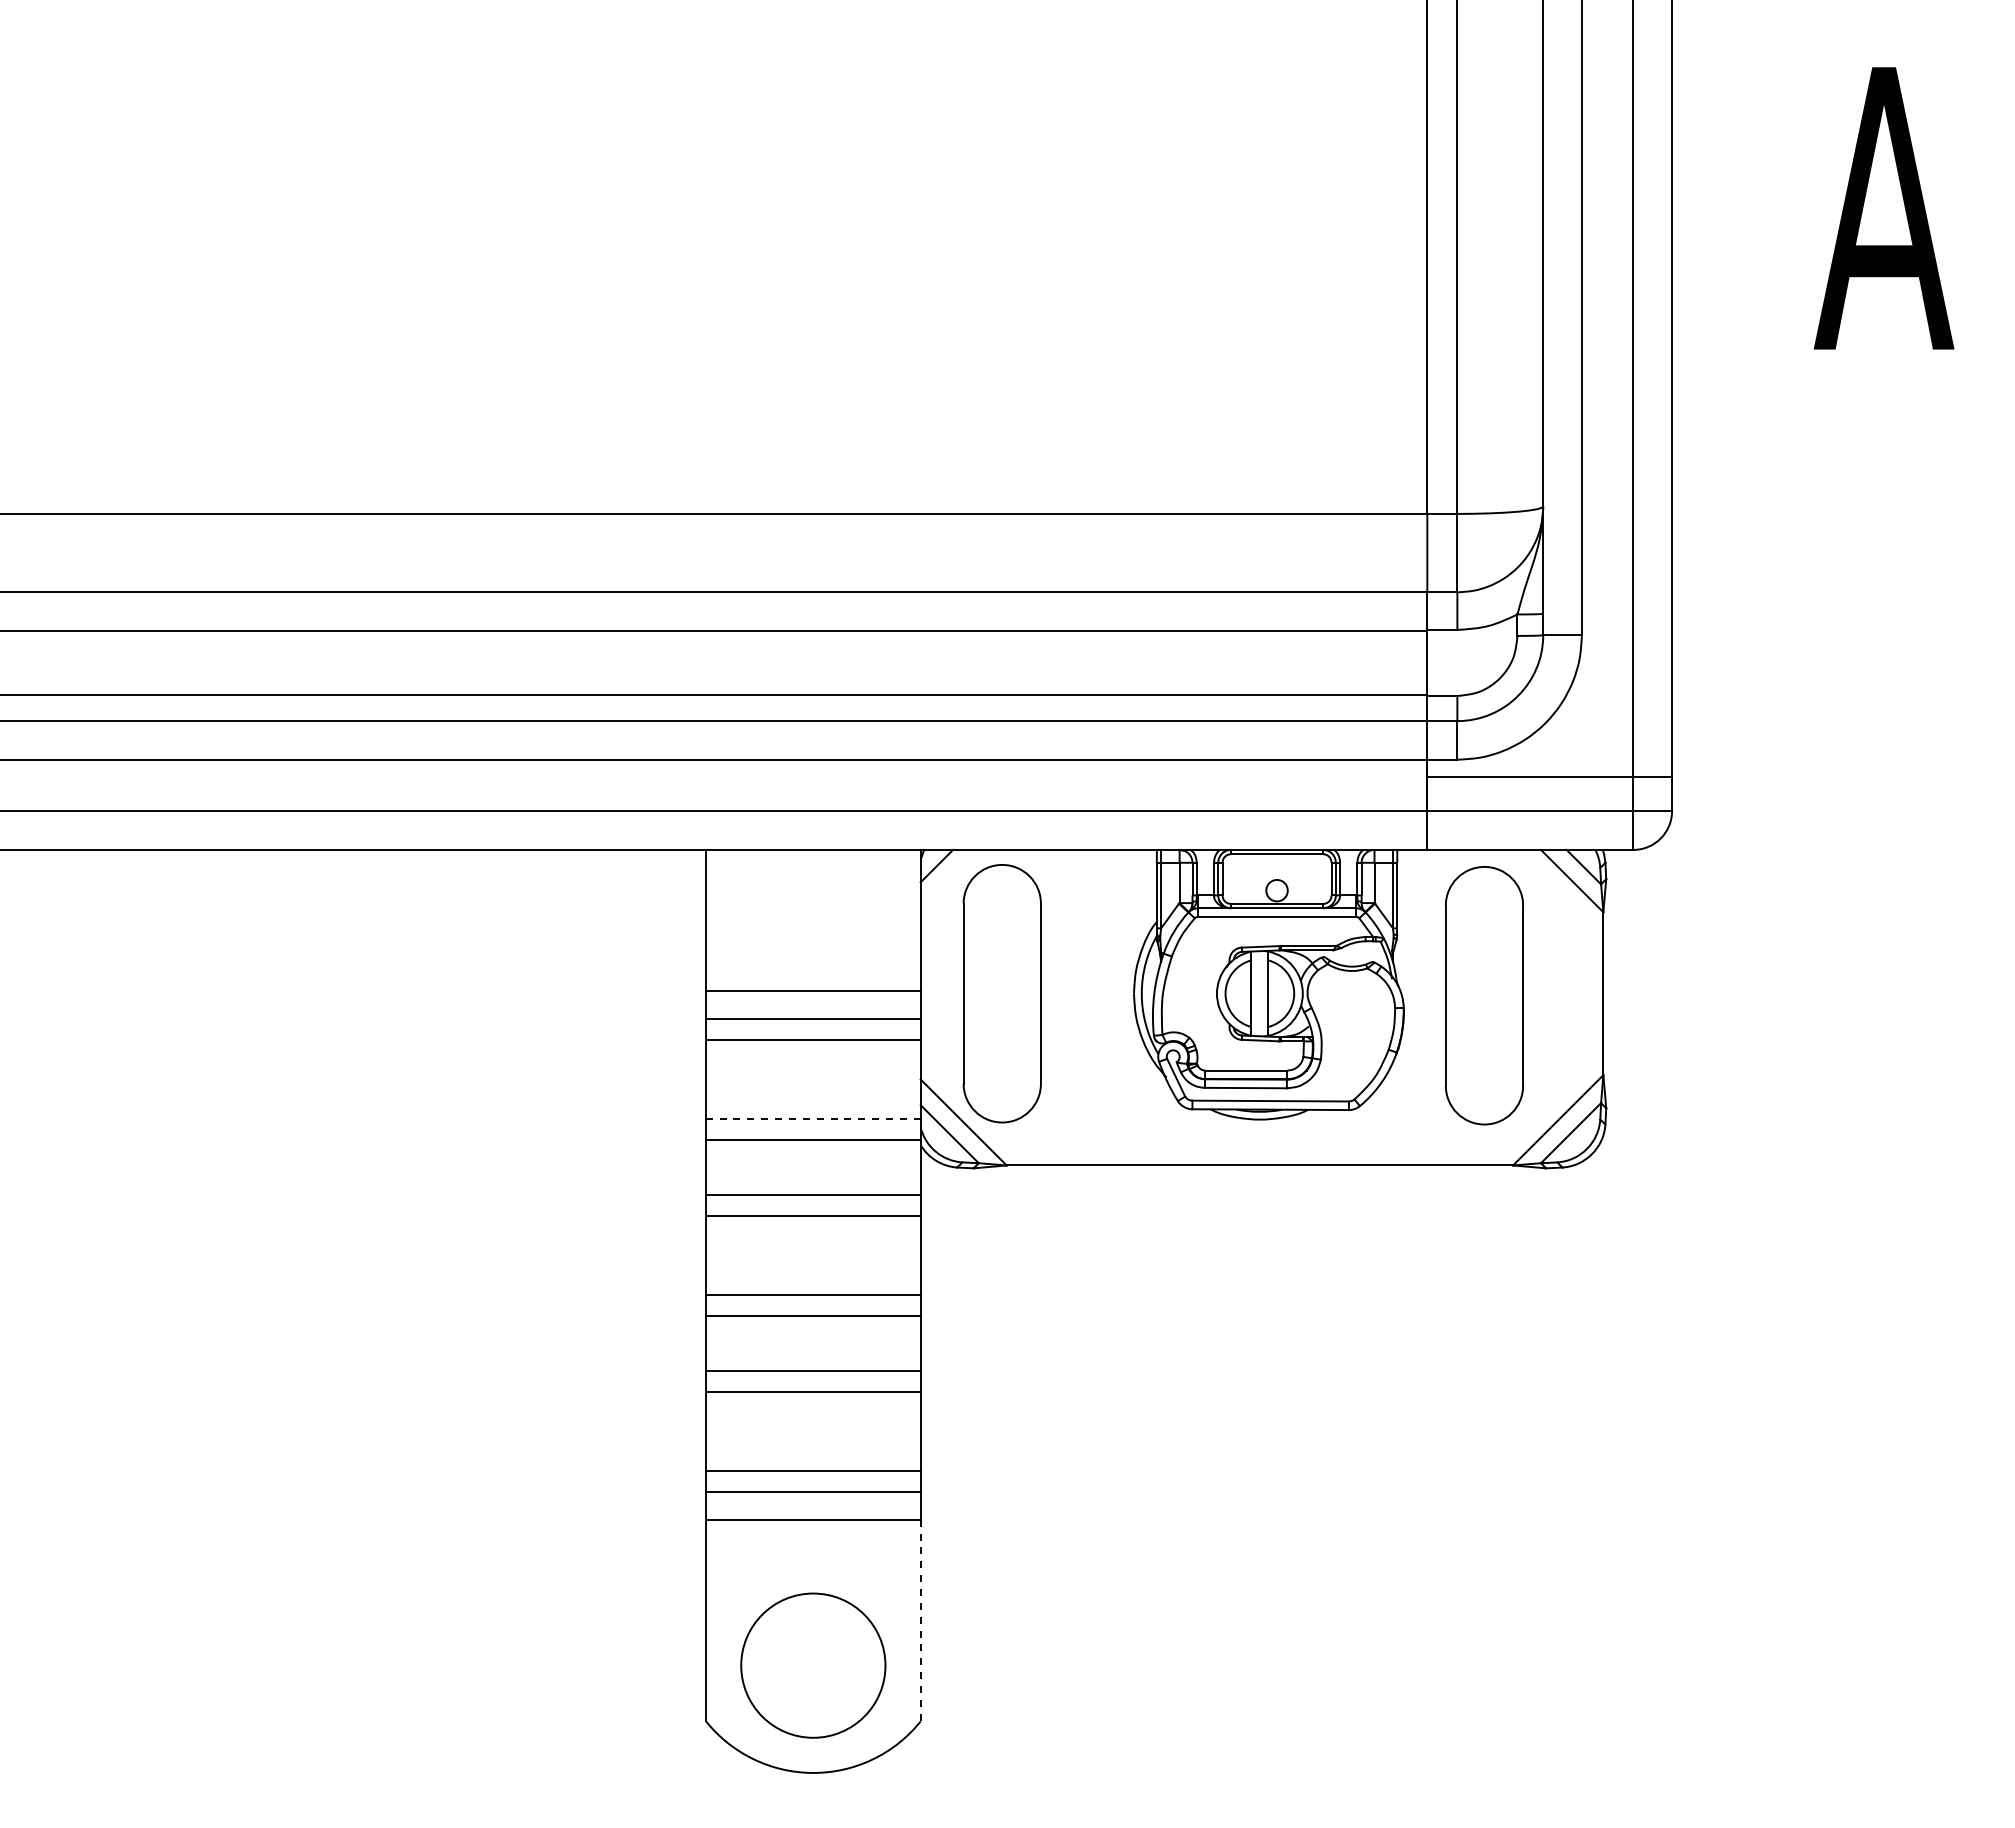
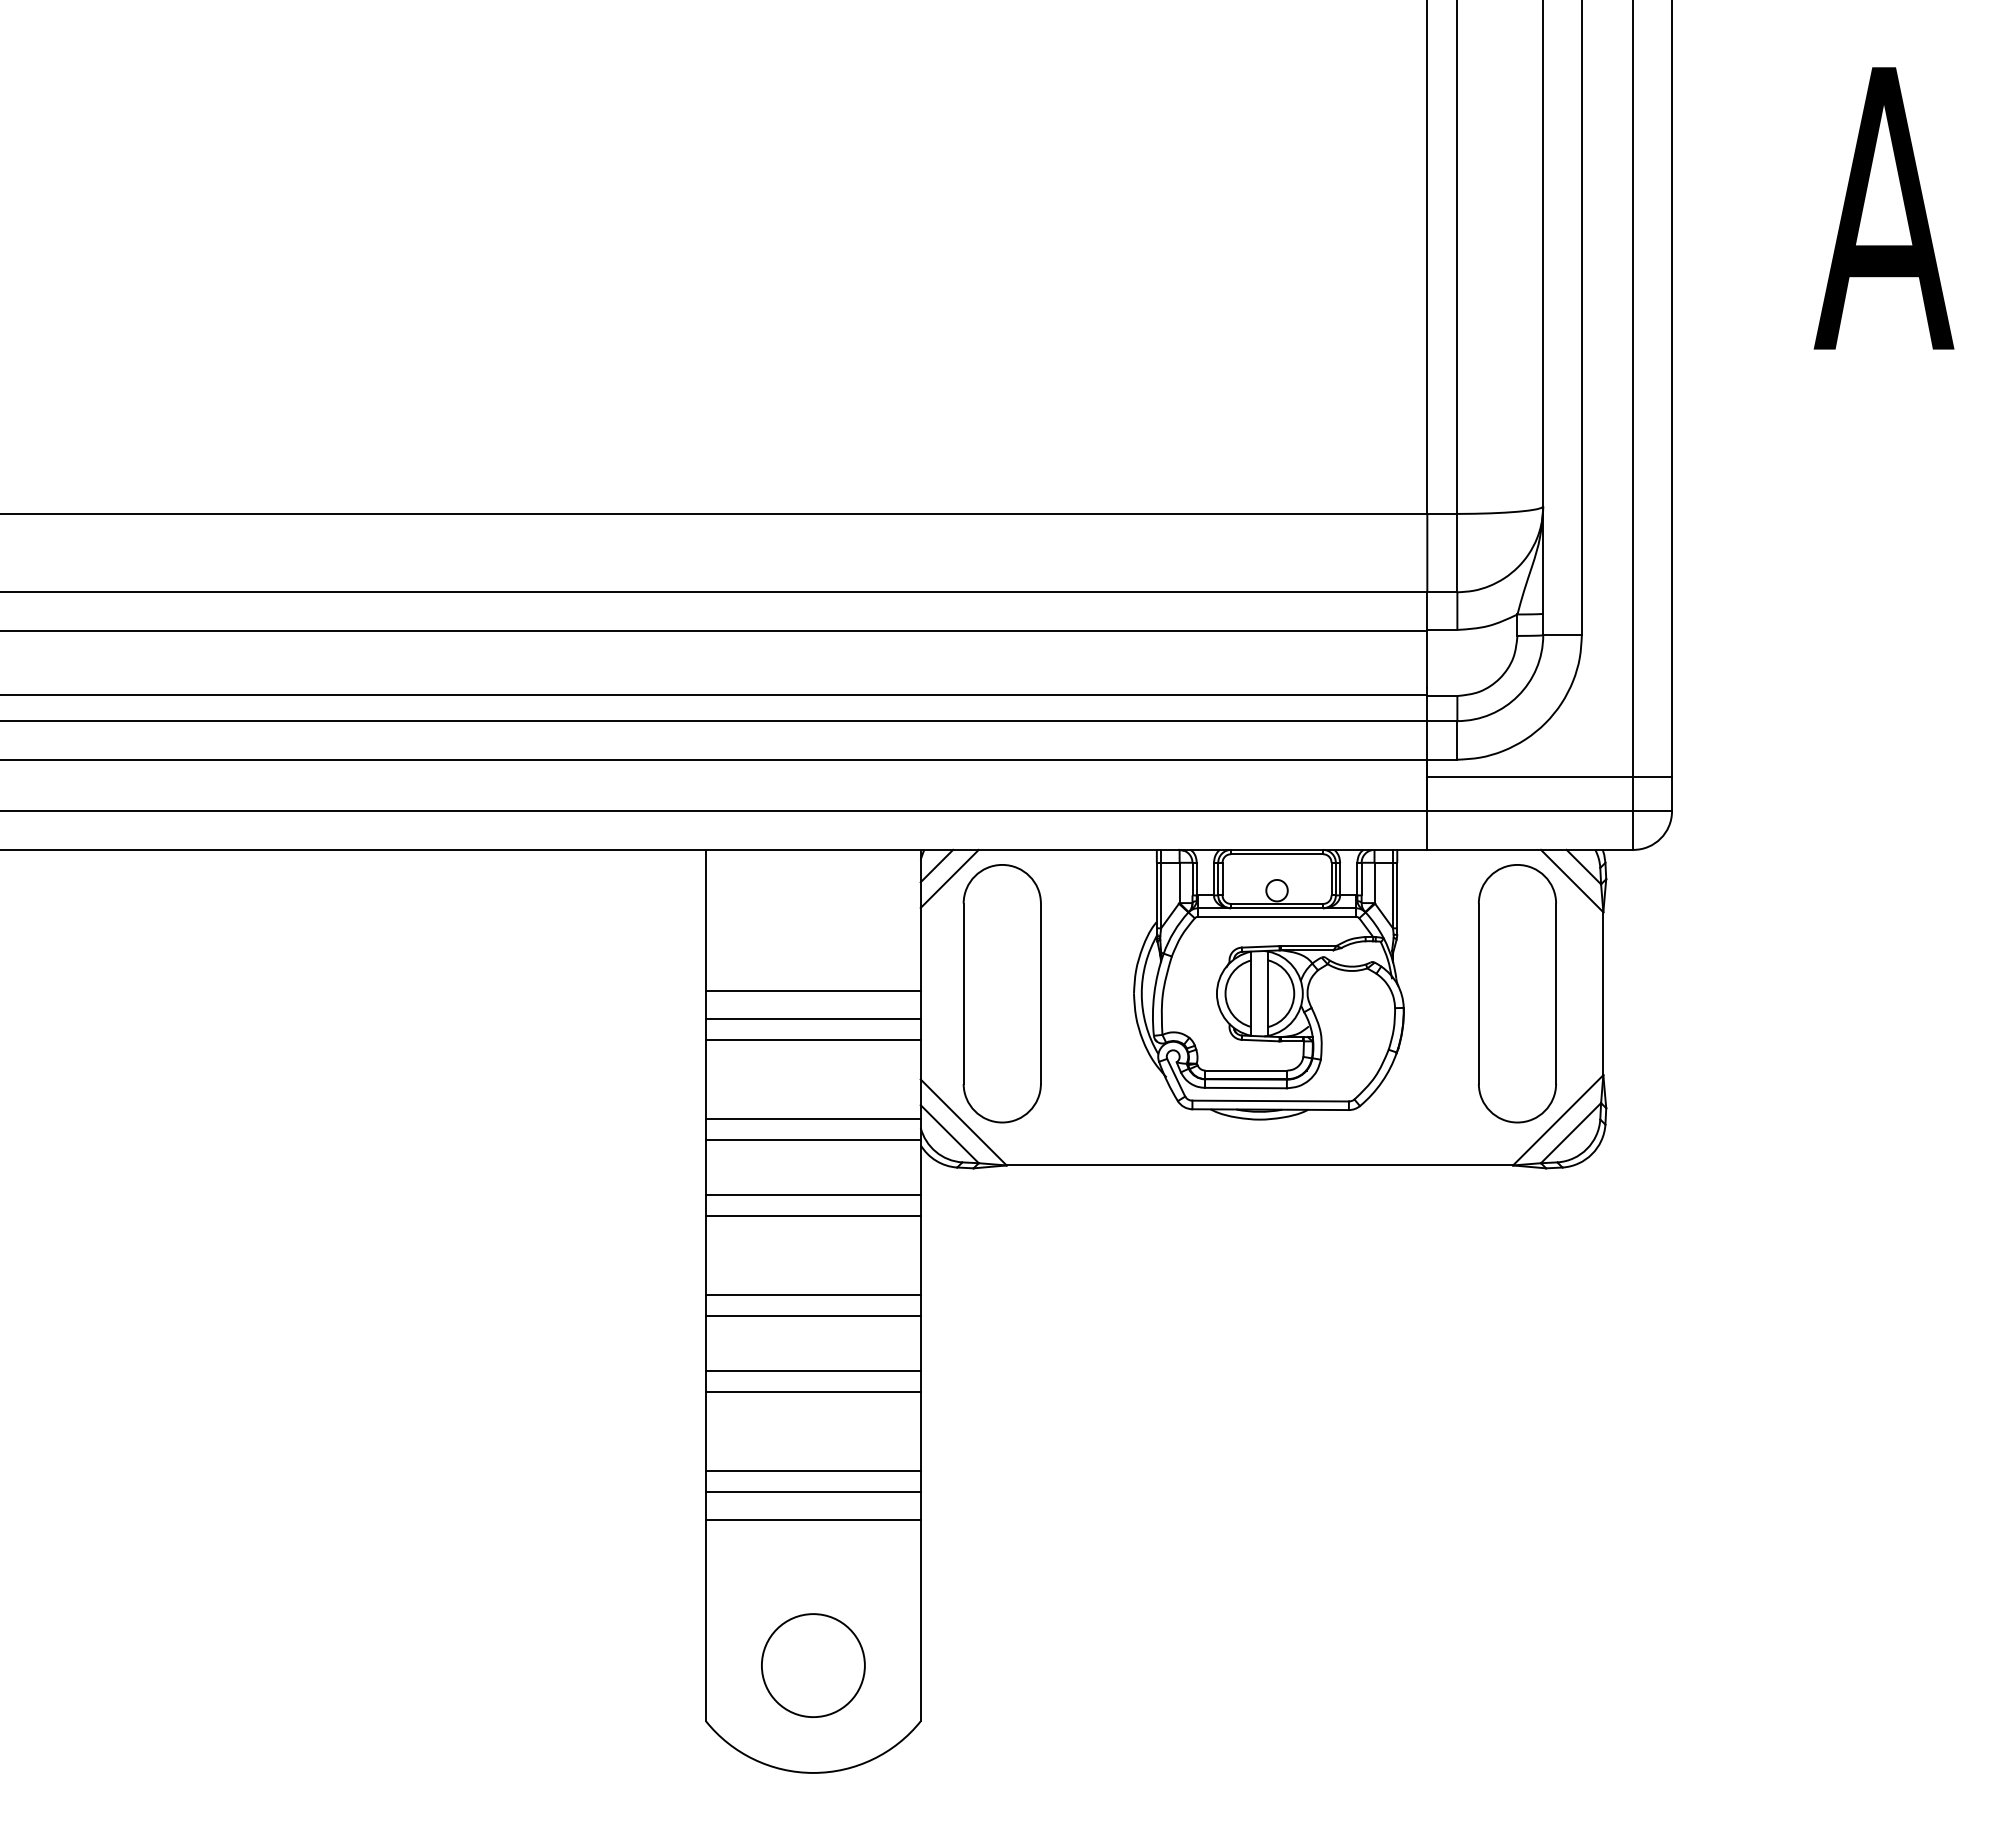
line at (949, 878): none -> present
part at (1484, 995) position: (1484, 995) -> (1517, 993)
line at (812, 1118): dashed -> solid
line at (920, 1620): dashed -> solid
circle at (813, 1665) size: 147x147 px -> 105x105 px
